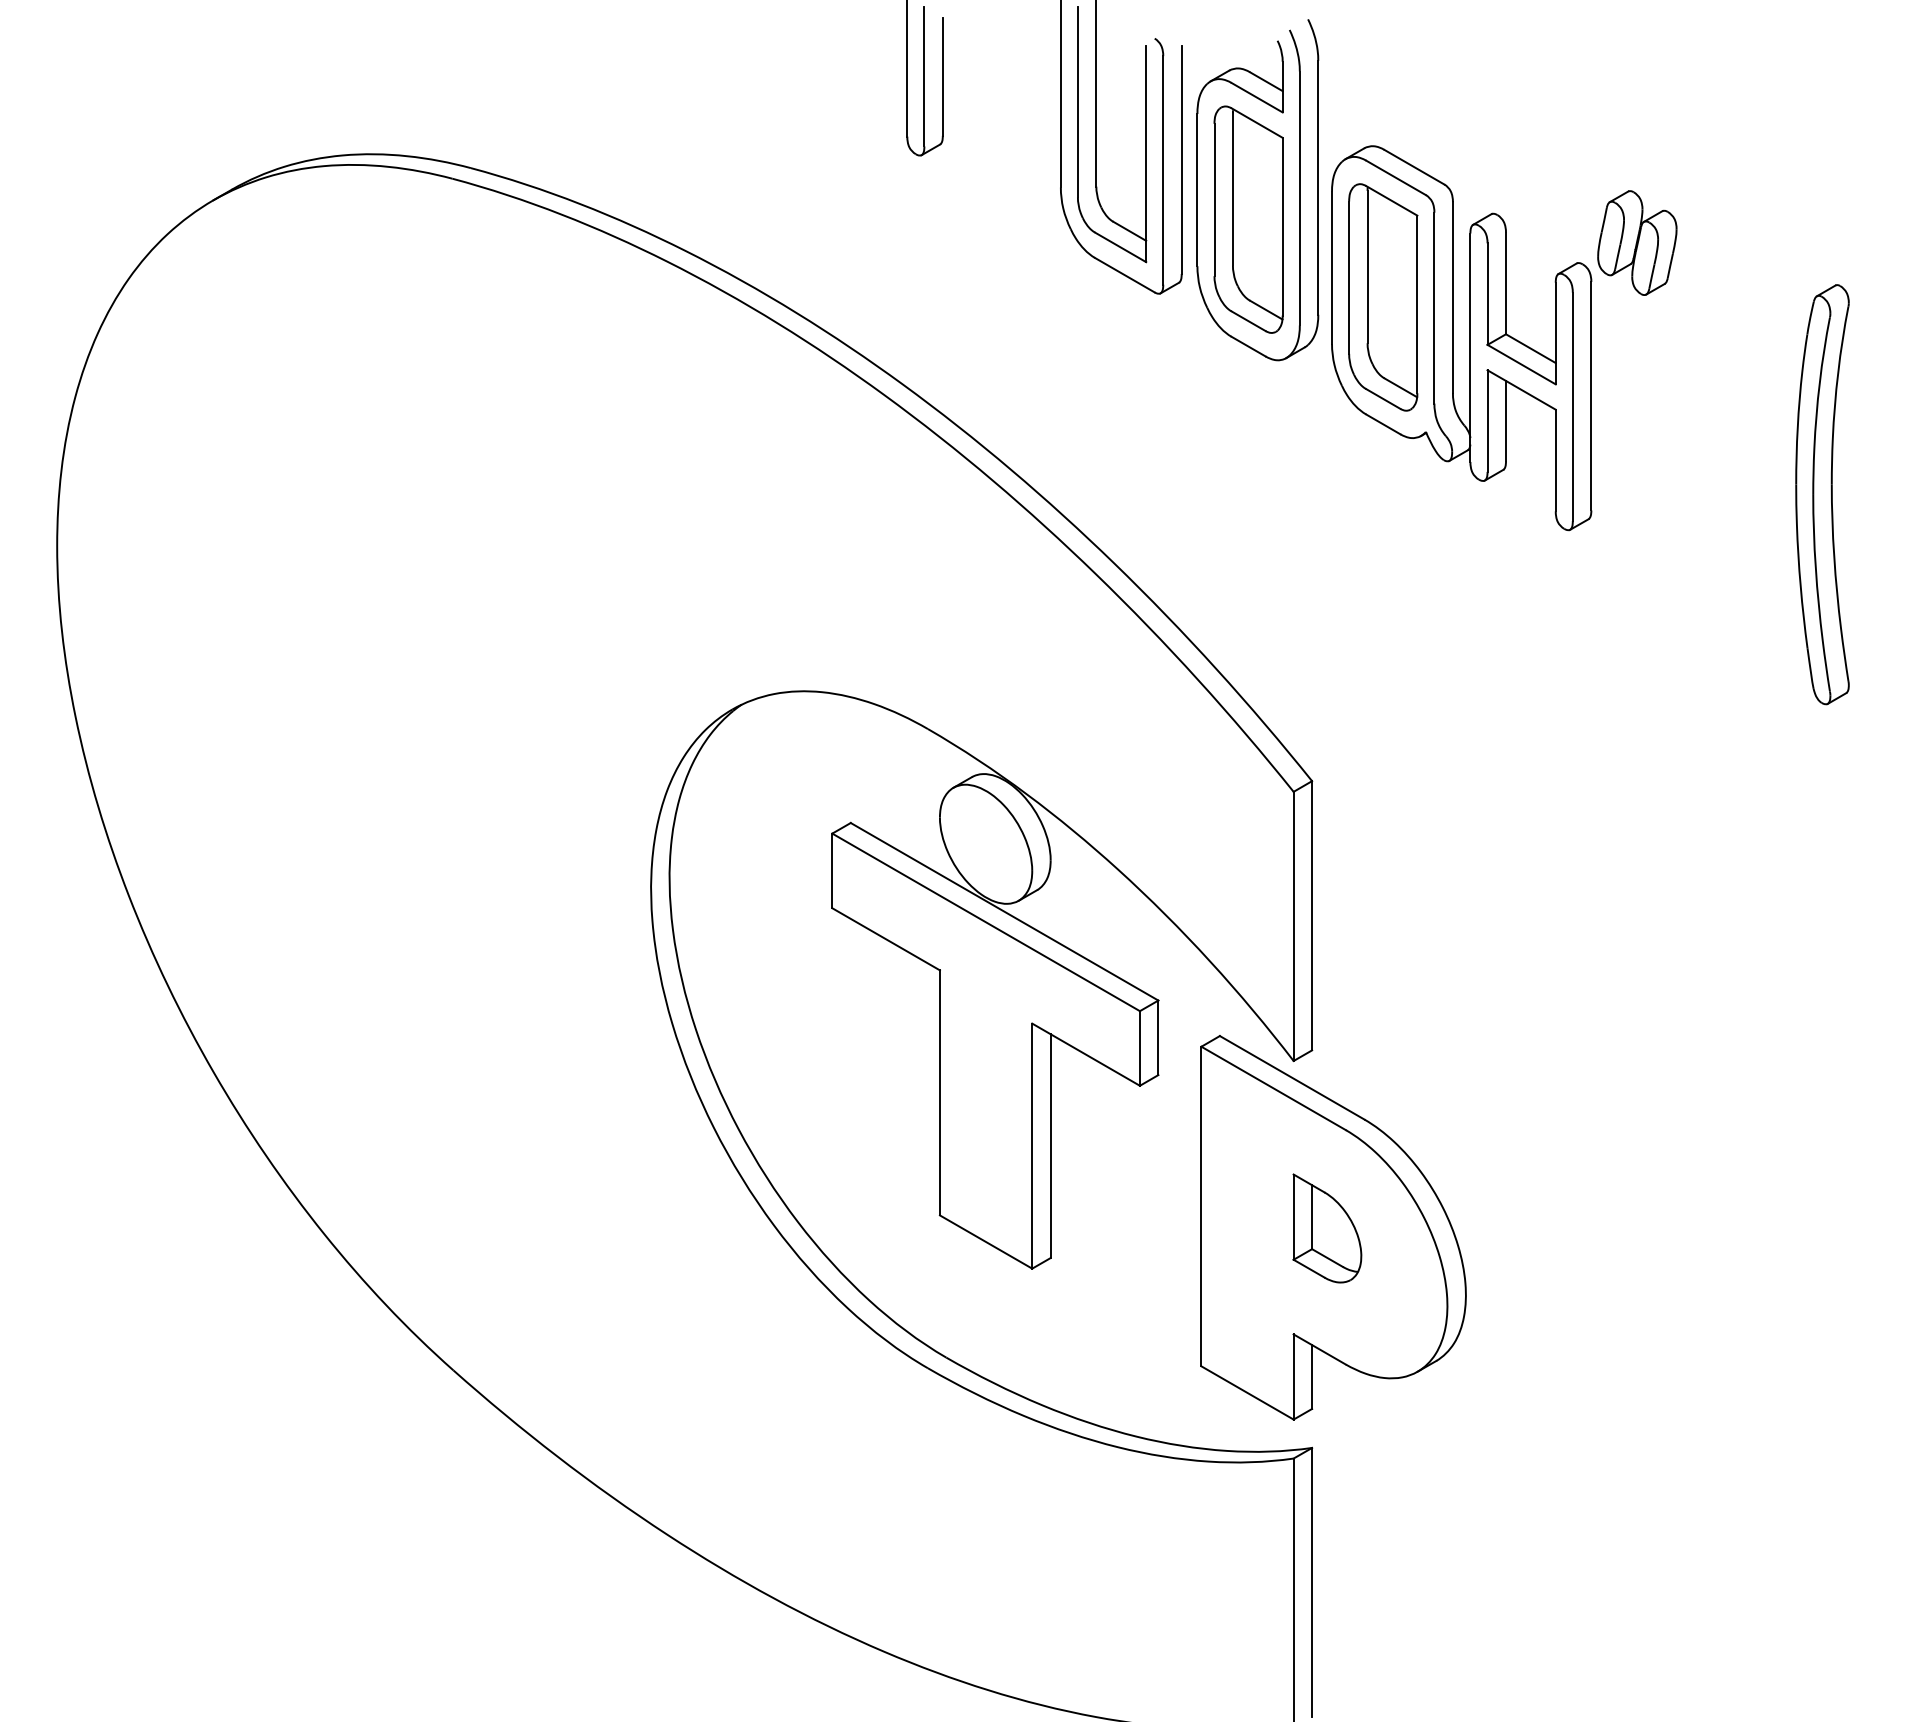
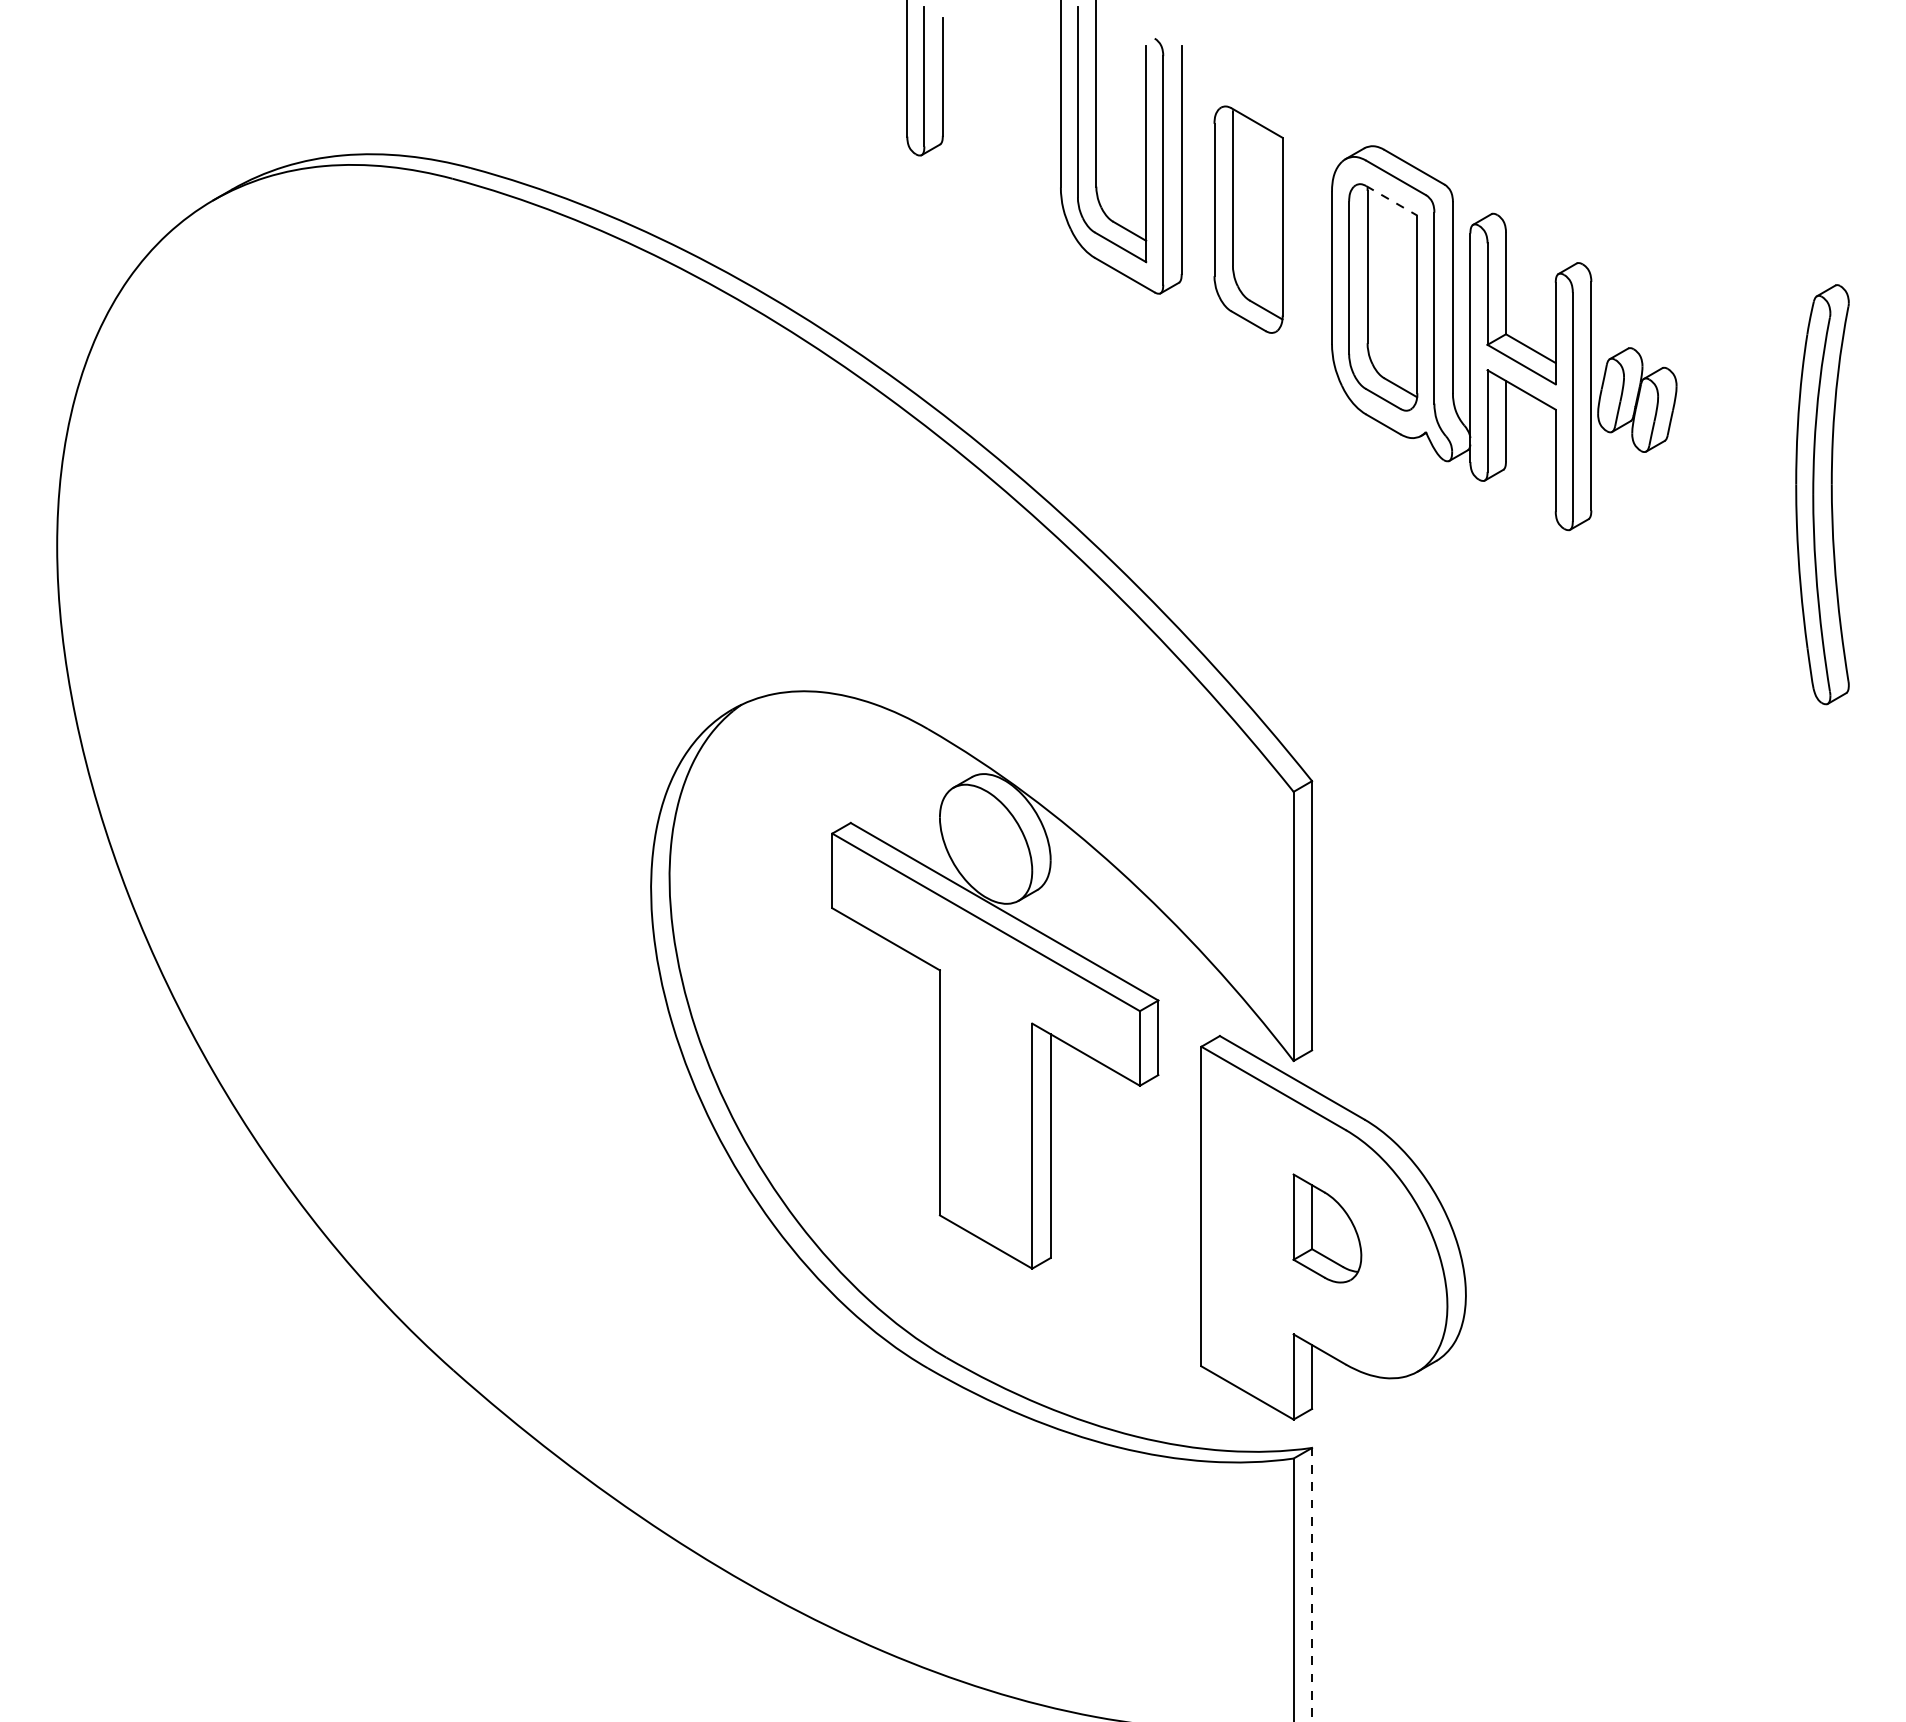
part at (1299, 190): present -> none
line at (1391, 200): solid -> dashed
part at (1637, 242) position: (1637, 242) -> (1637, 399)
line at (1312, 1582): solid -> dashed
